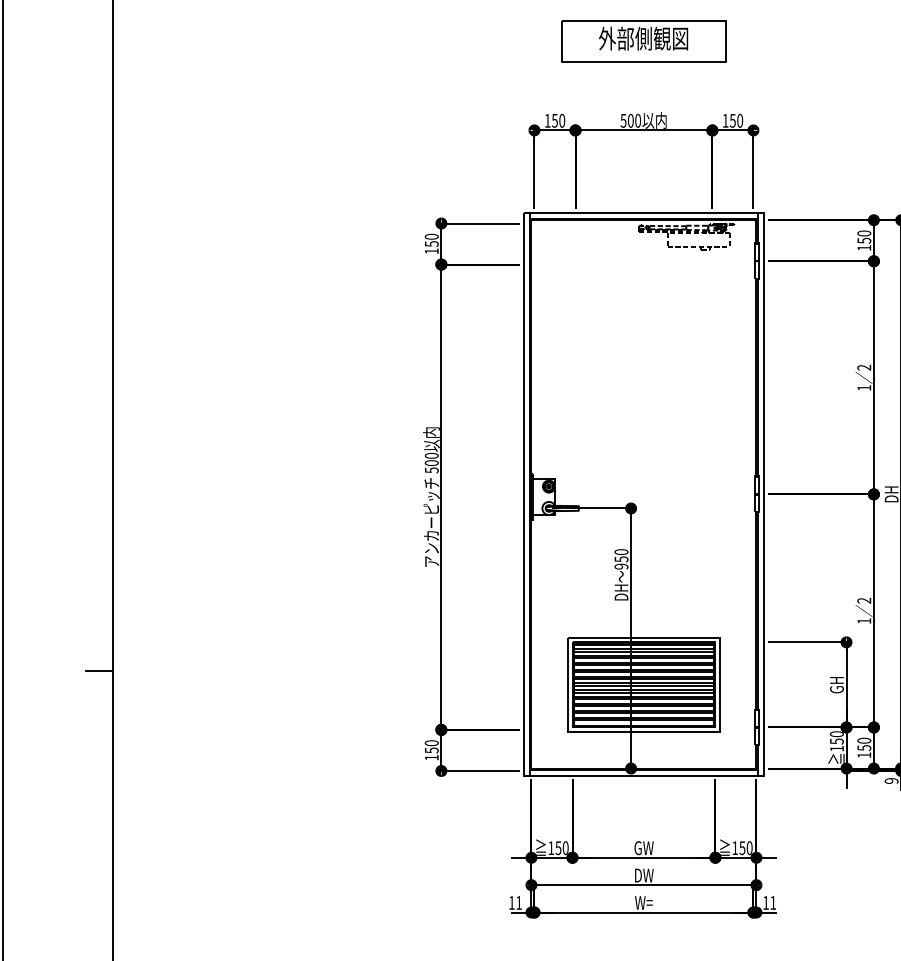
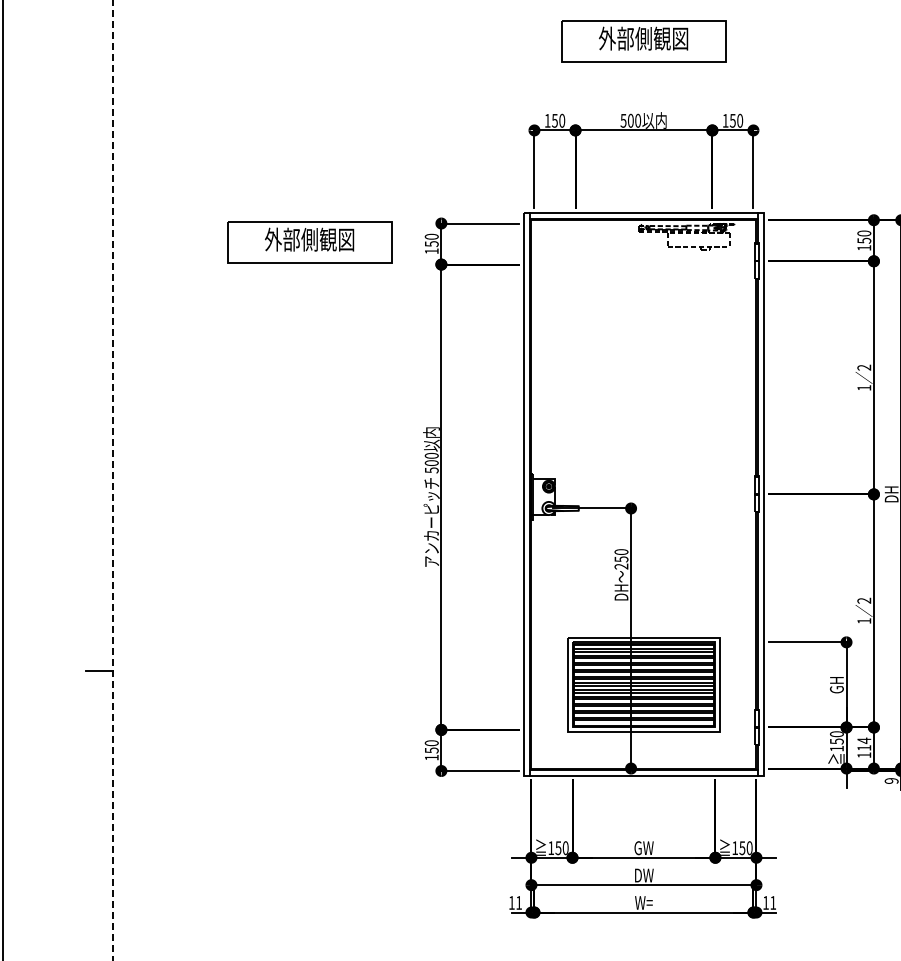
part at (309, 242): none -> present
line at (112, 481): solid -> dashed
text at (621, 566): 950 -> 250
text at (864, 744): 150 -> 114
